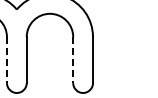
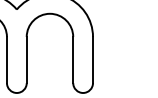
line at (6, 60): dashed -> solid
line at (73, 60): dashed -> solid
